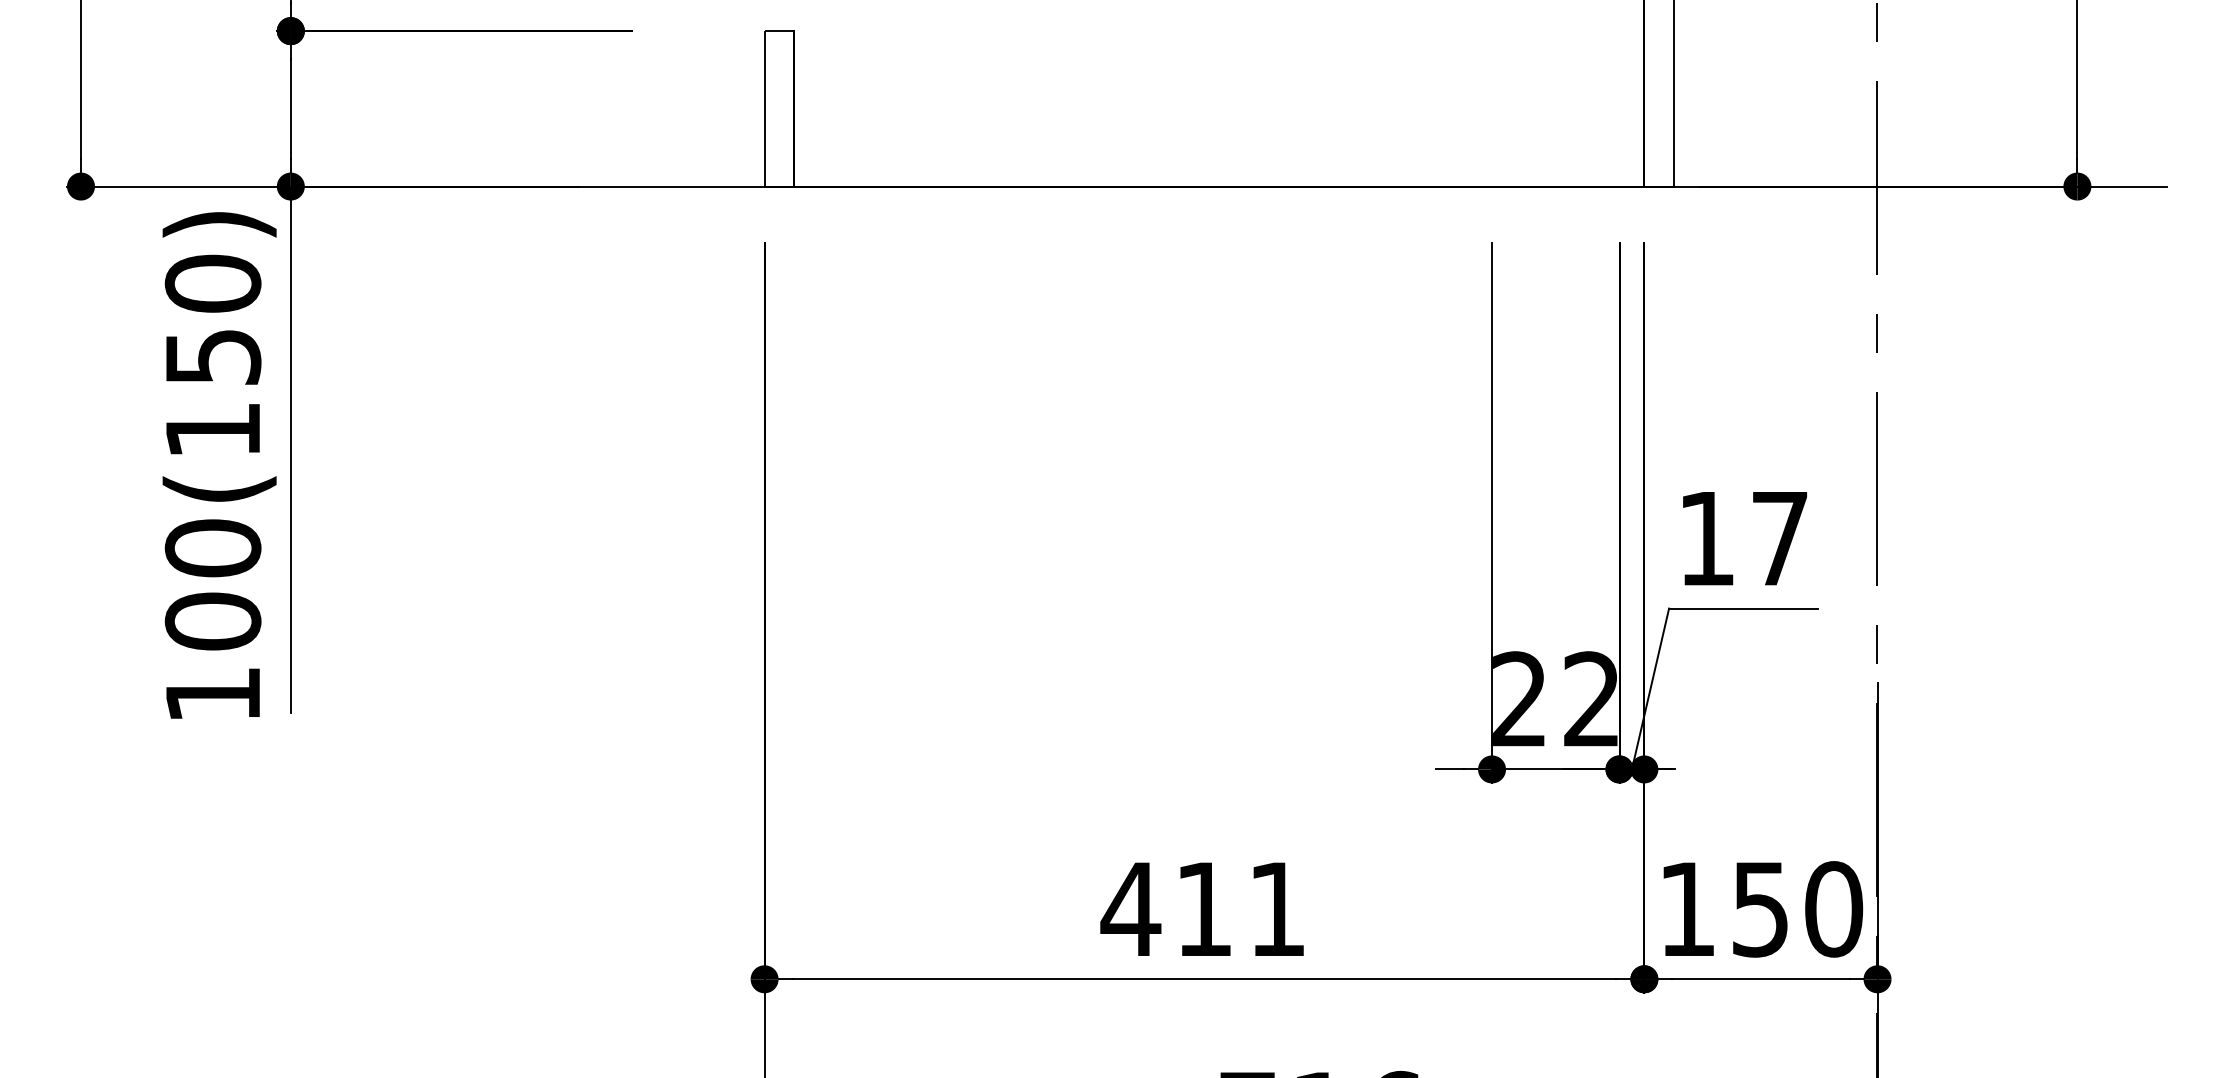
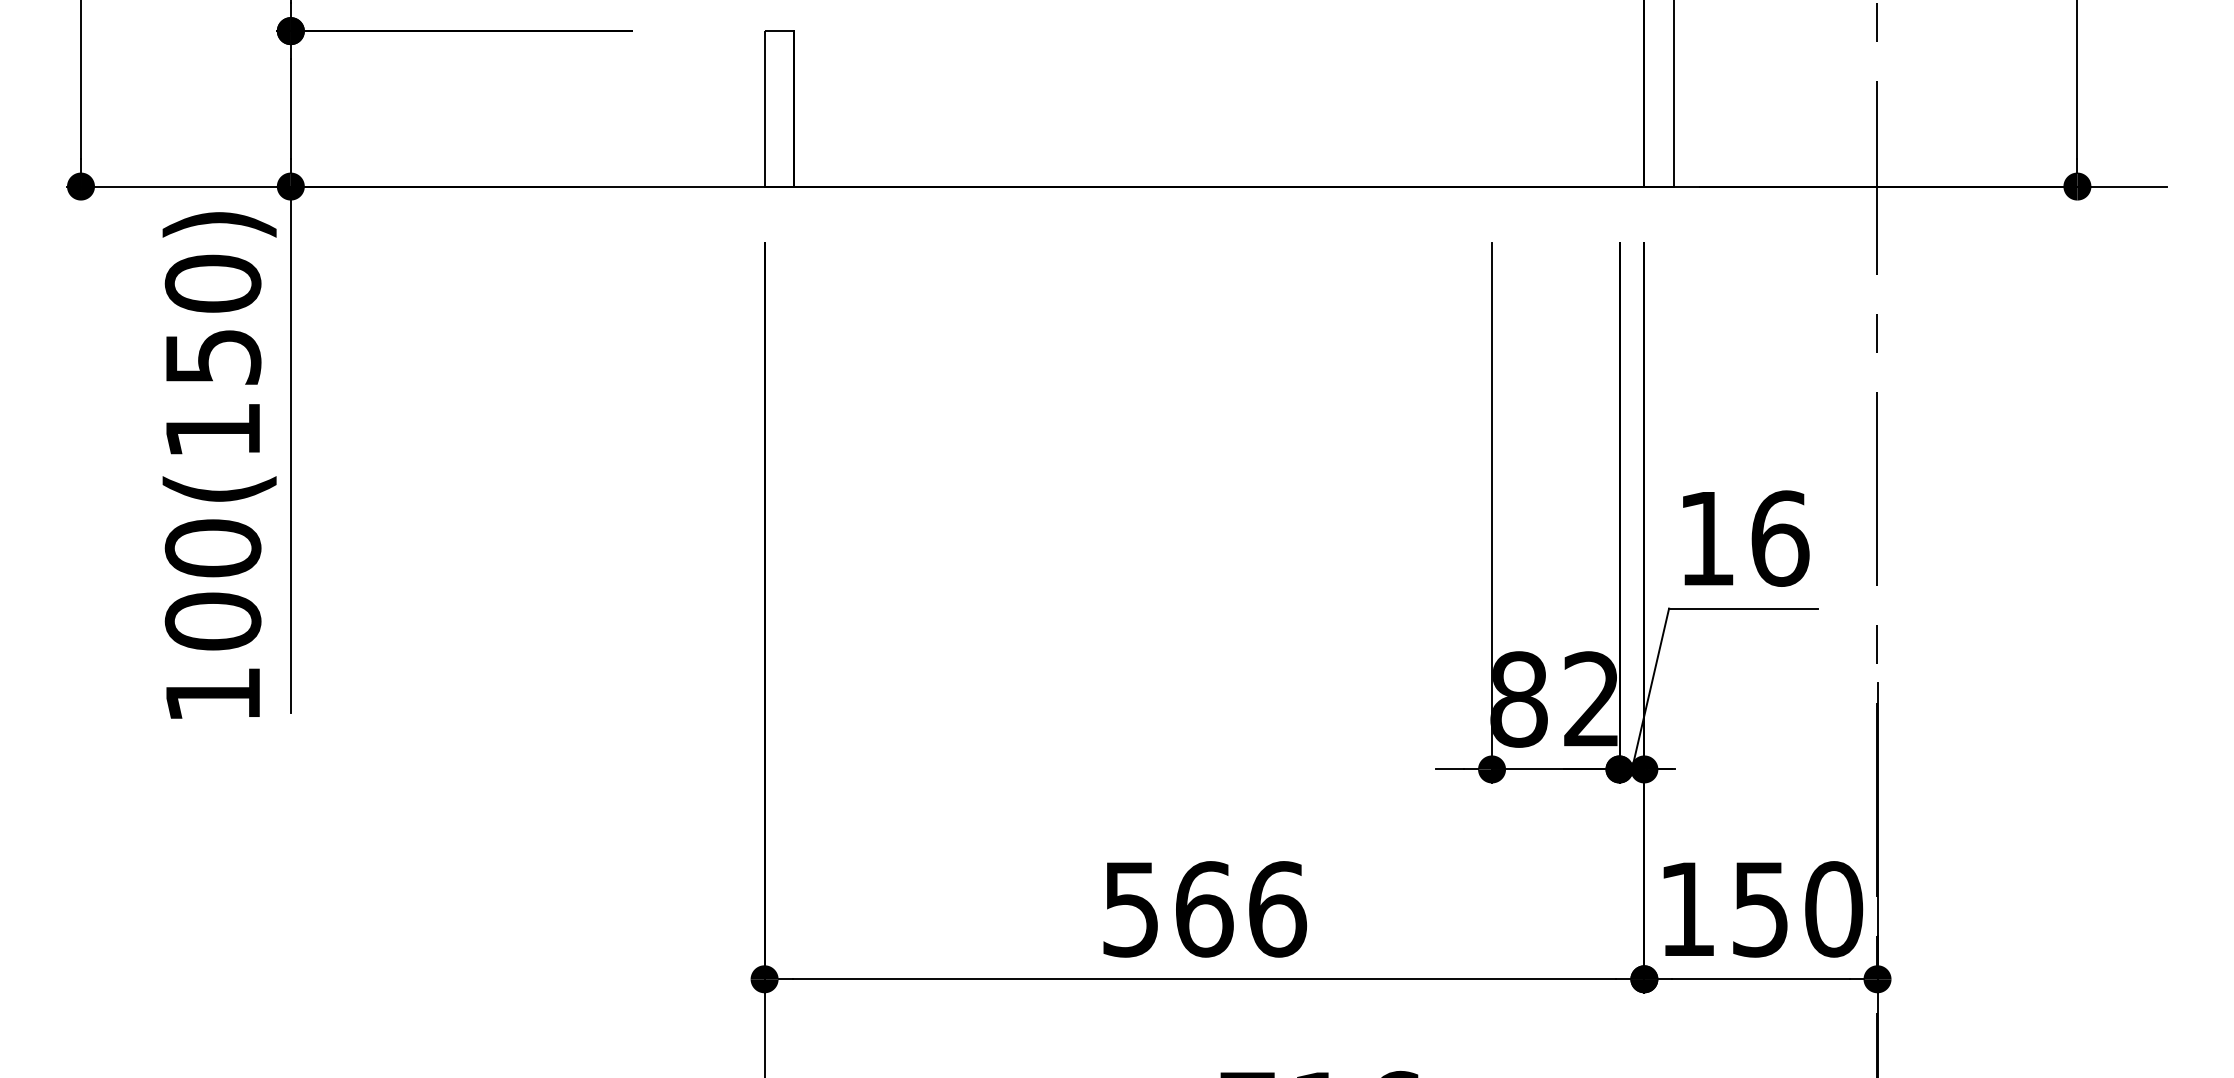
text at (1780, 538): 17 -> 16
text at (1518, 699): 22 -> 82
text at (1203, 909): 411 -> 566
